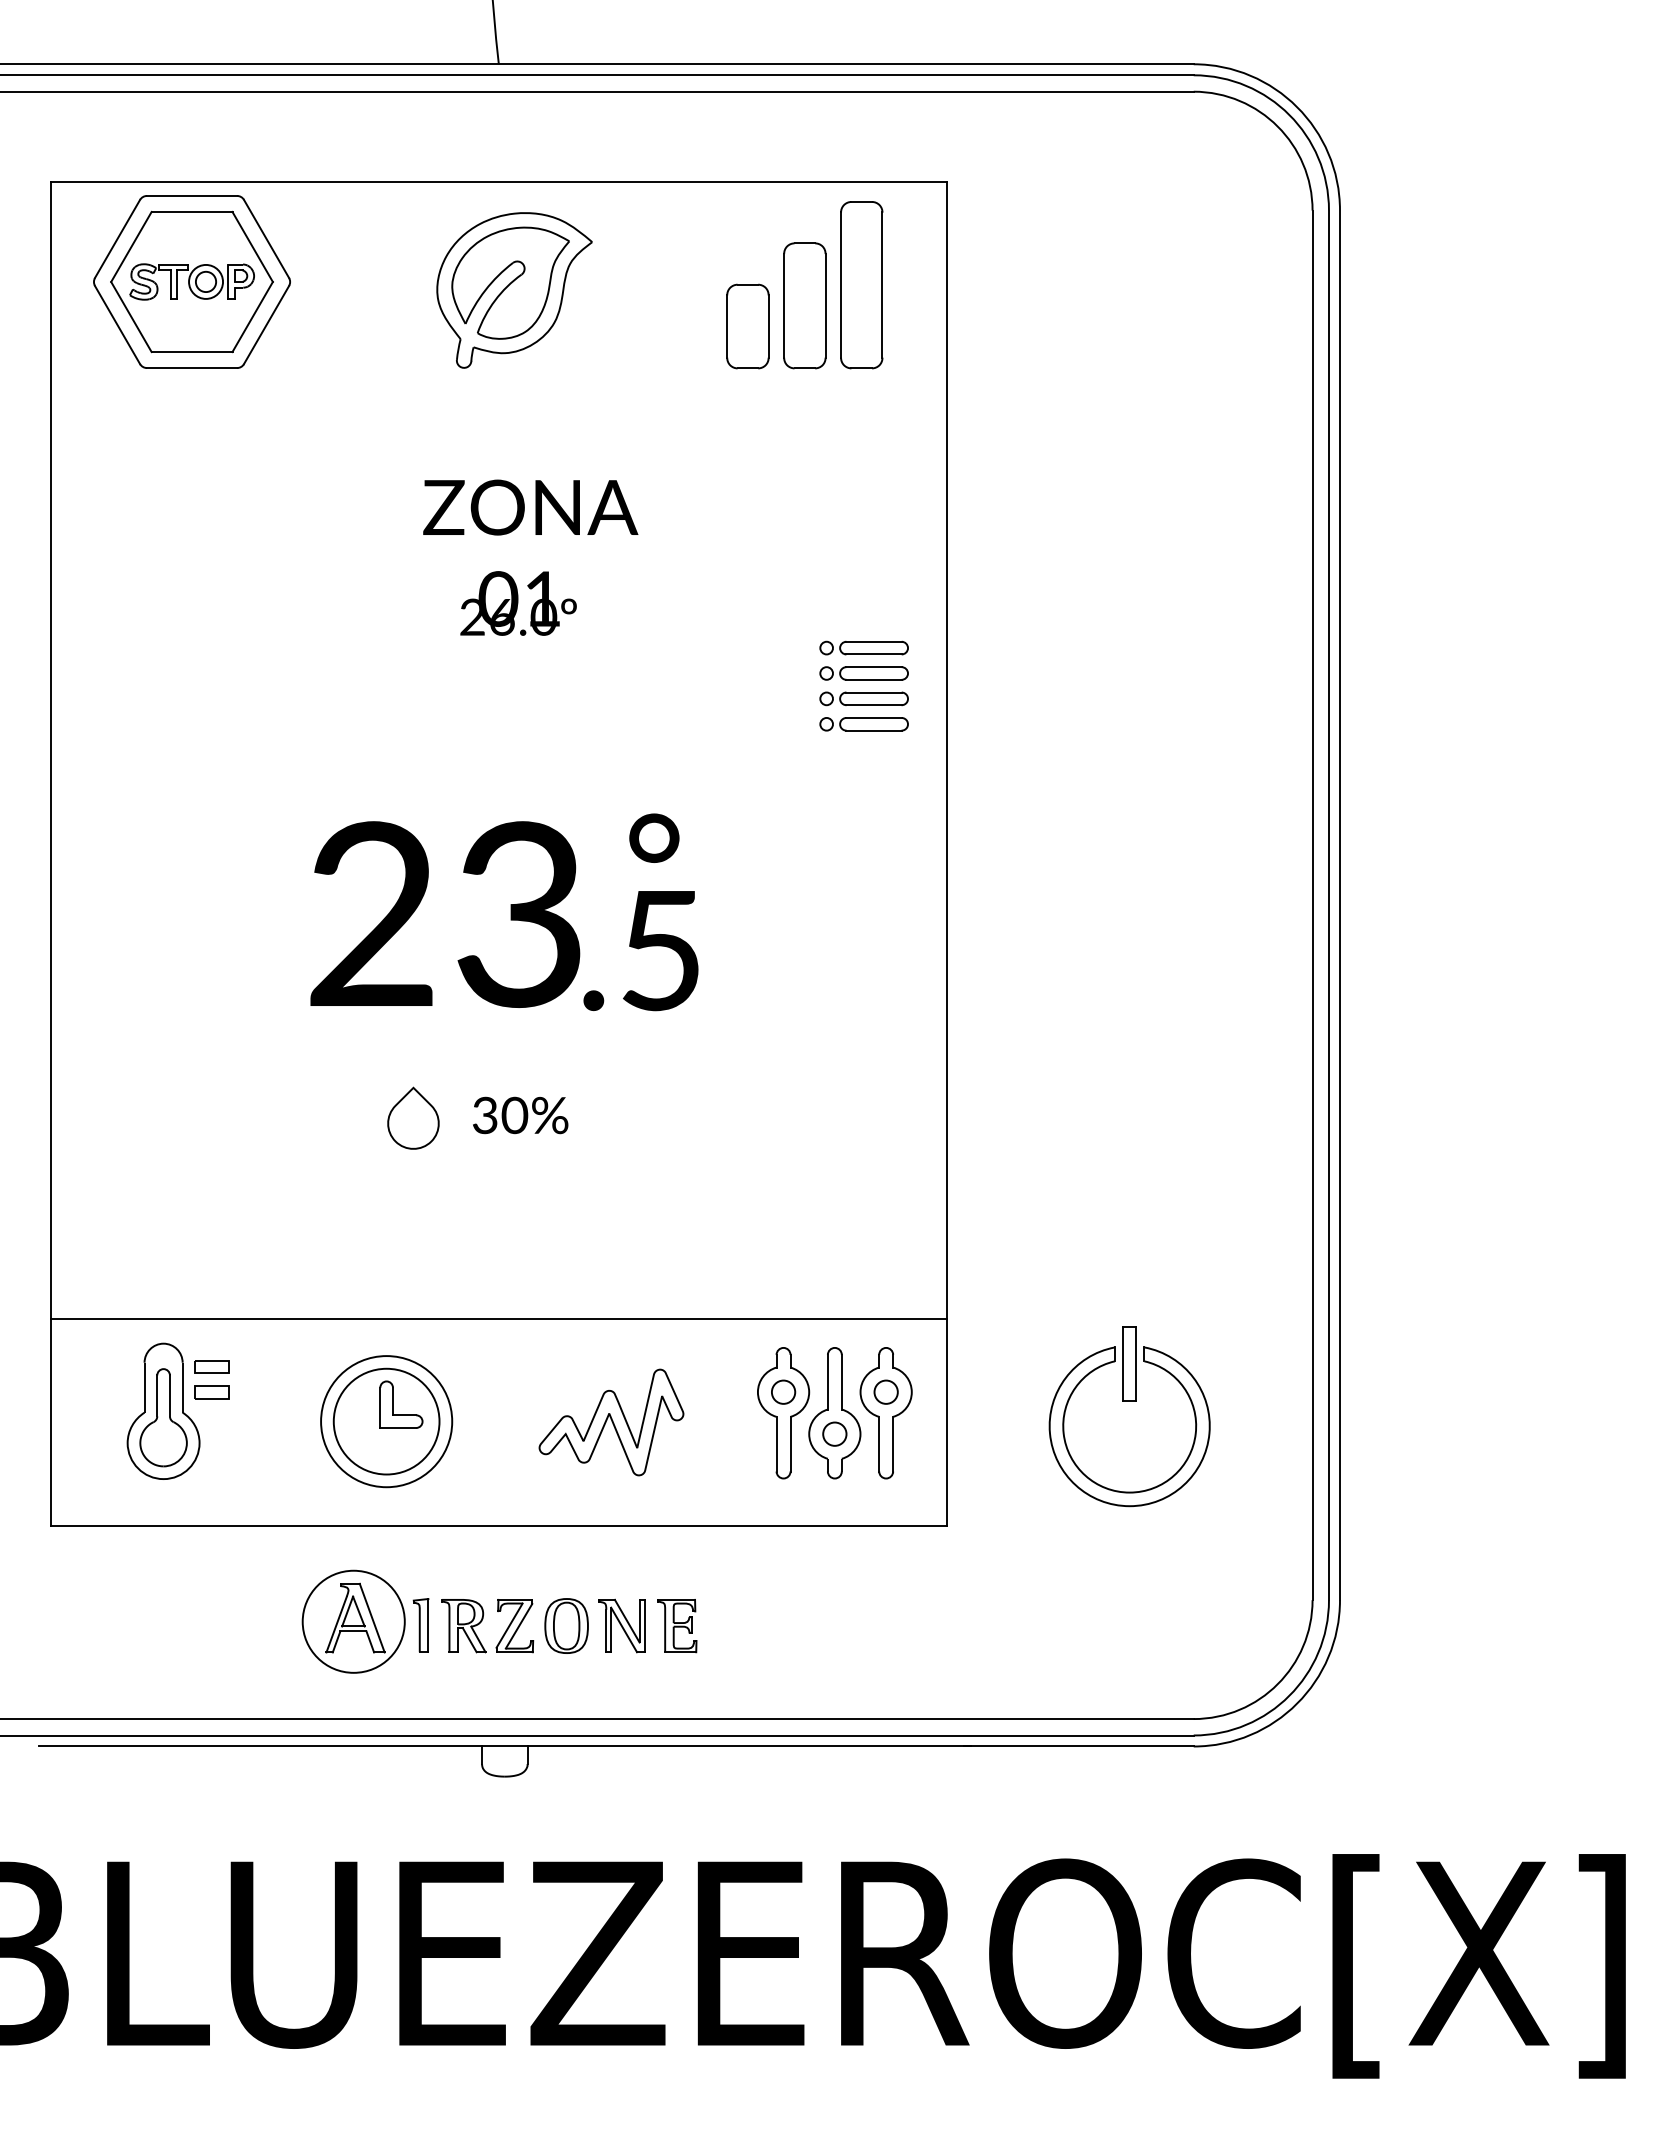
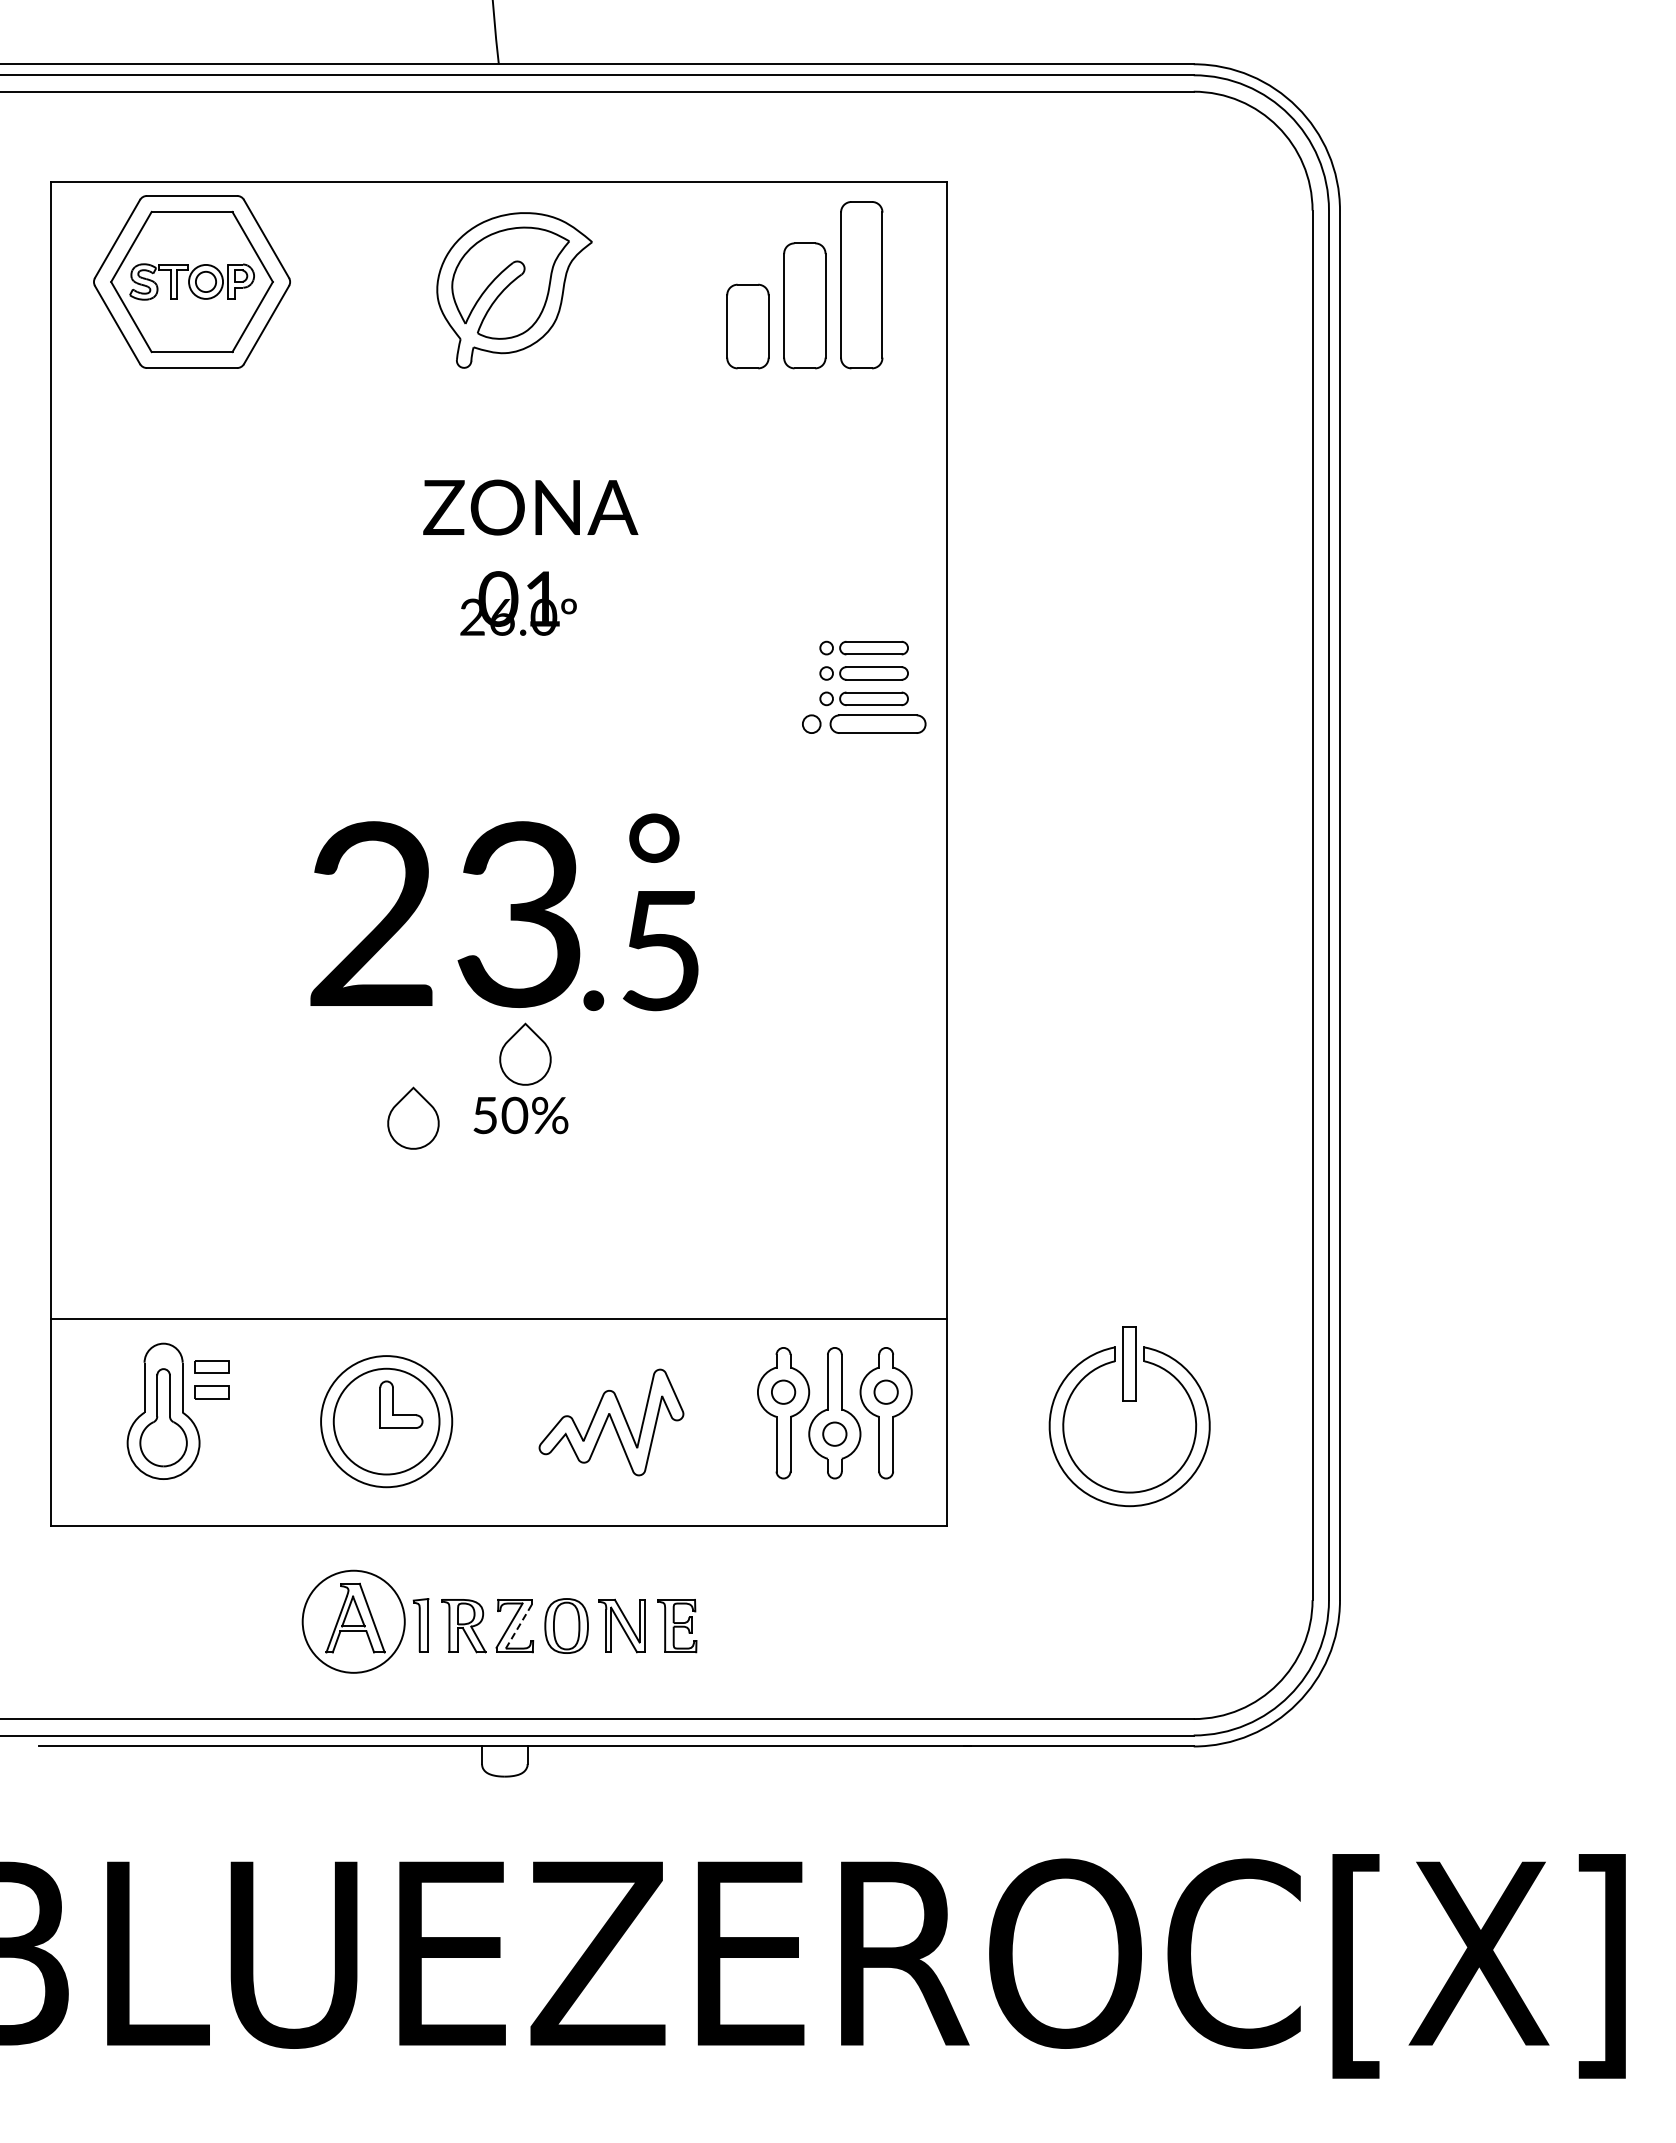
part at (863, 724) size: 90x15 px -> 125x20 px
part at (525, 1053): none -> present
text at (485, 1115): 30% -> 50%
line at (519, 1626): solid -> dashed
